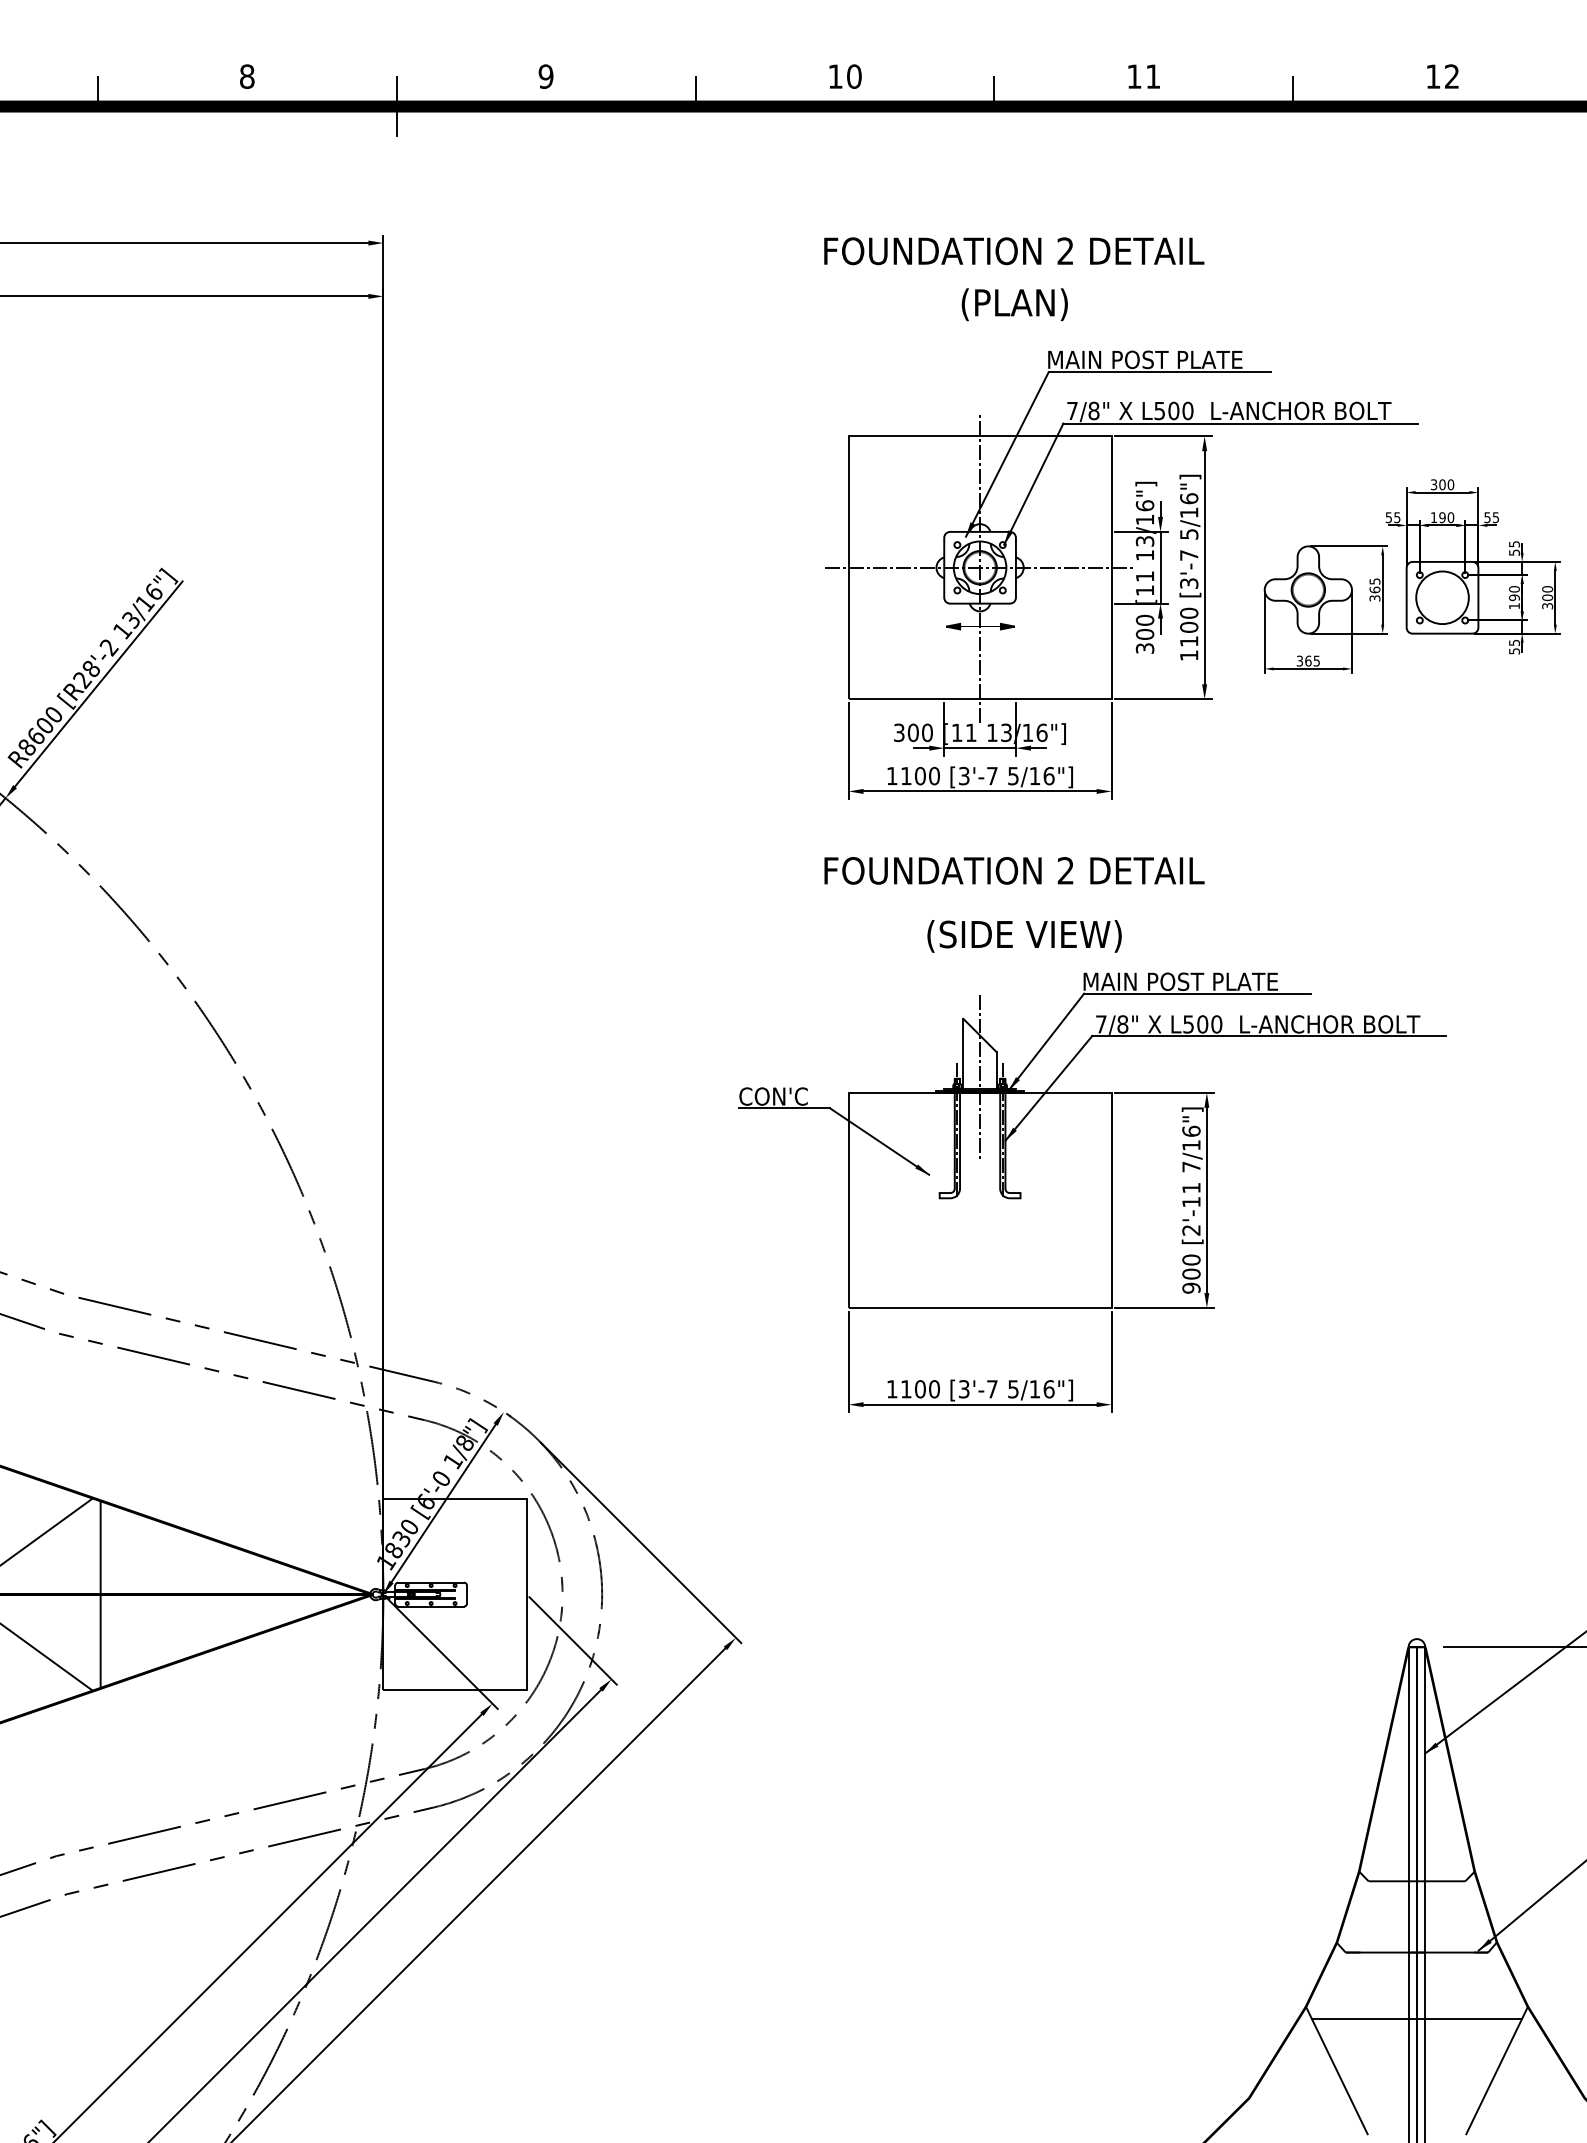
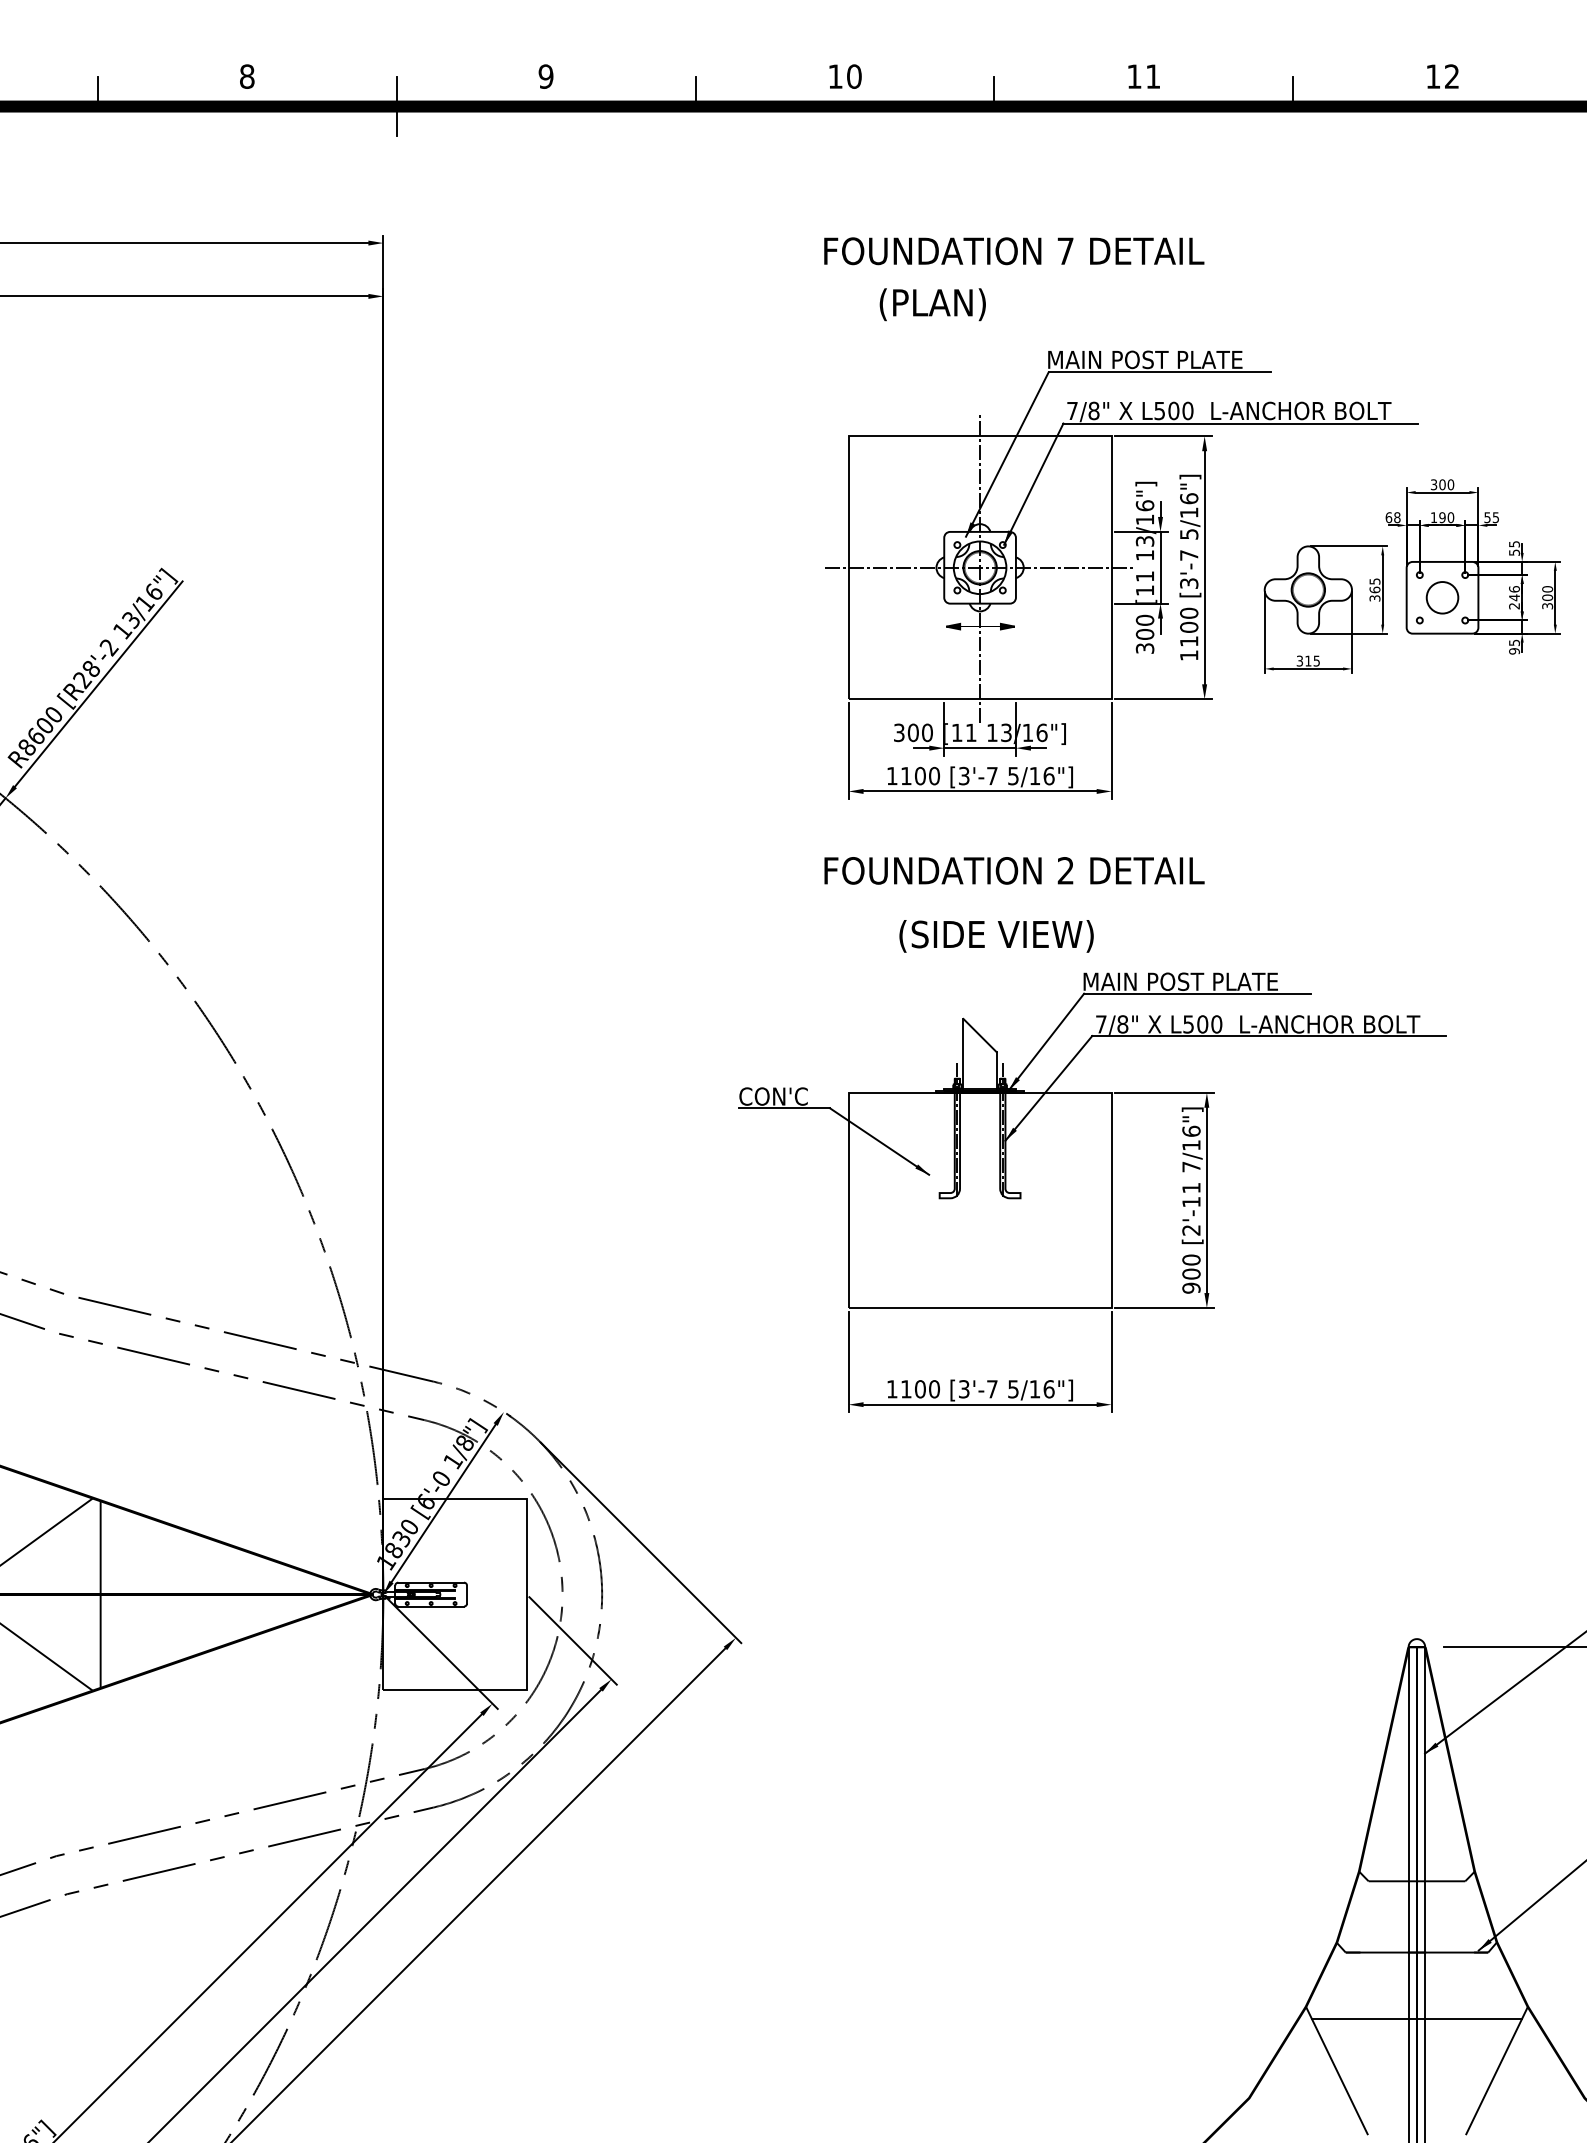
text at (1065, 250): 2 -> 7
text at (1014, 304) position: (1014, 304) -> (932, 304)
text at (1392, 517): 55 -> 68
circle at (1442, 597) diameter: 53 px -> 32 px
text at (1514, 597): 190 -> 246
text at (1514, 651): 55 -> 95
text at (1308, 660): 365 -> 315
text at (1024, 936) position: (1024, 936) -> (996, 936)
line at (980, 1076): present -> none
